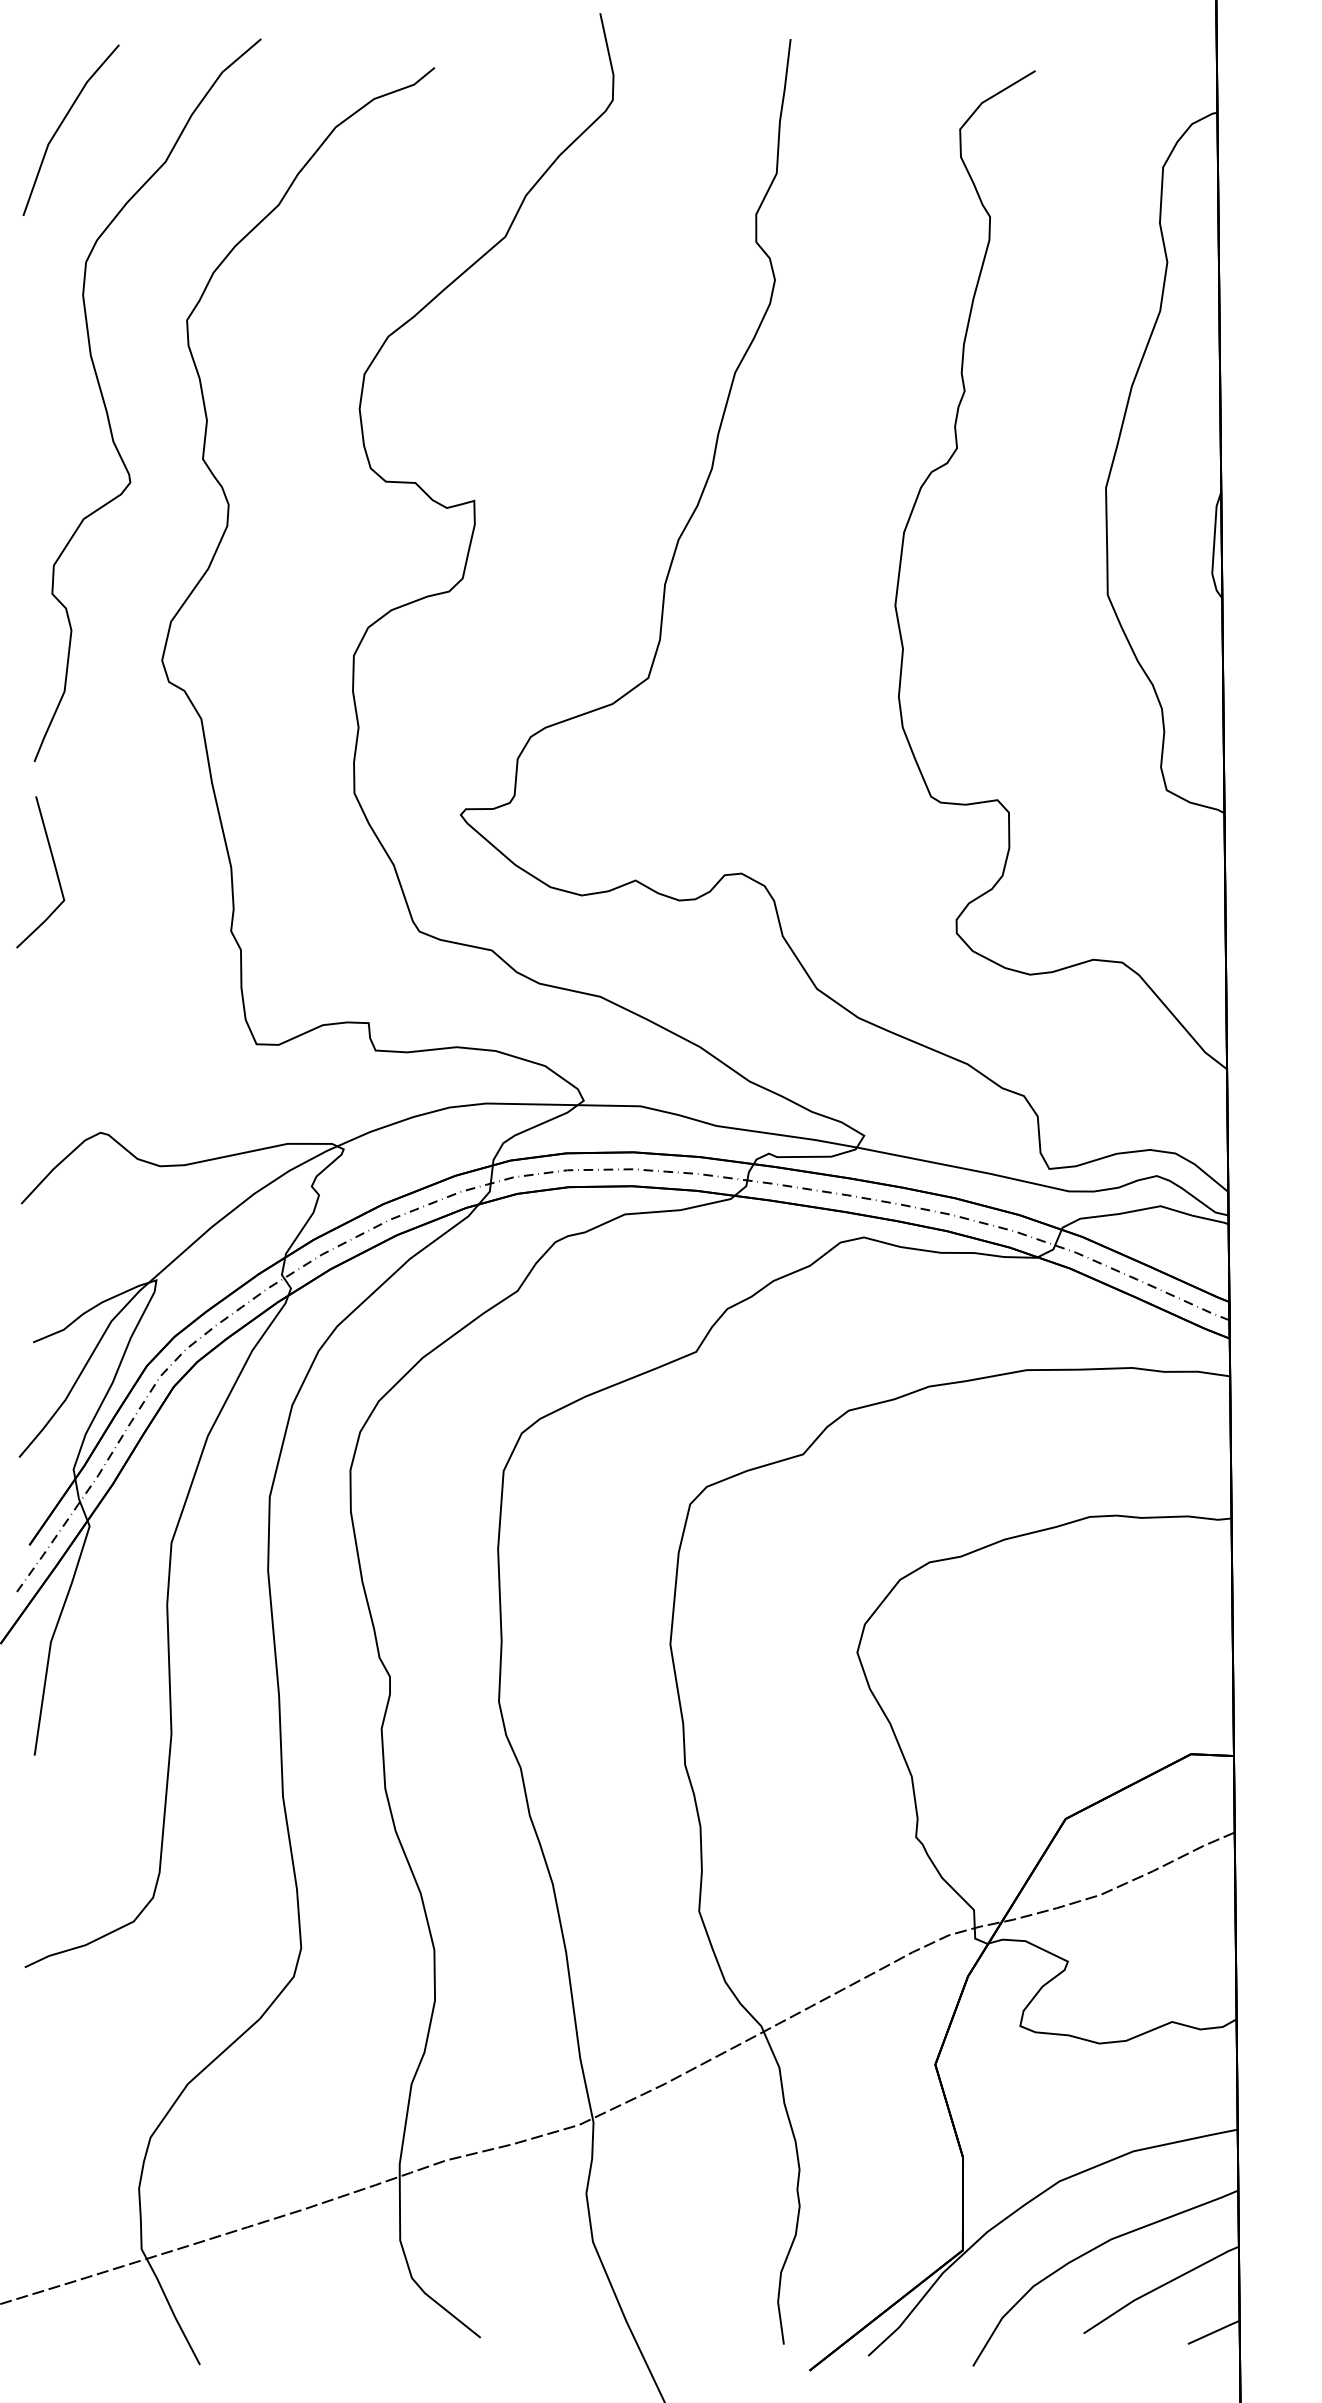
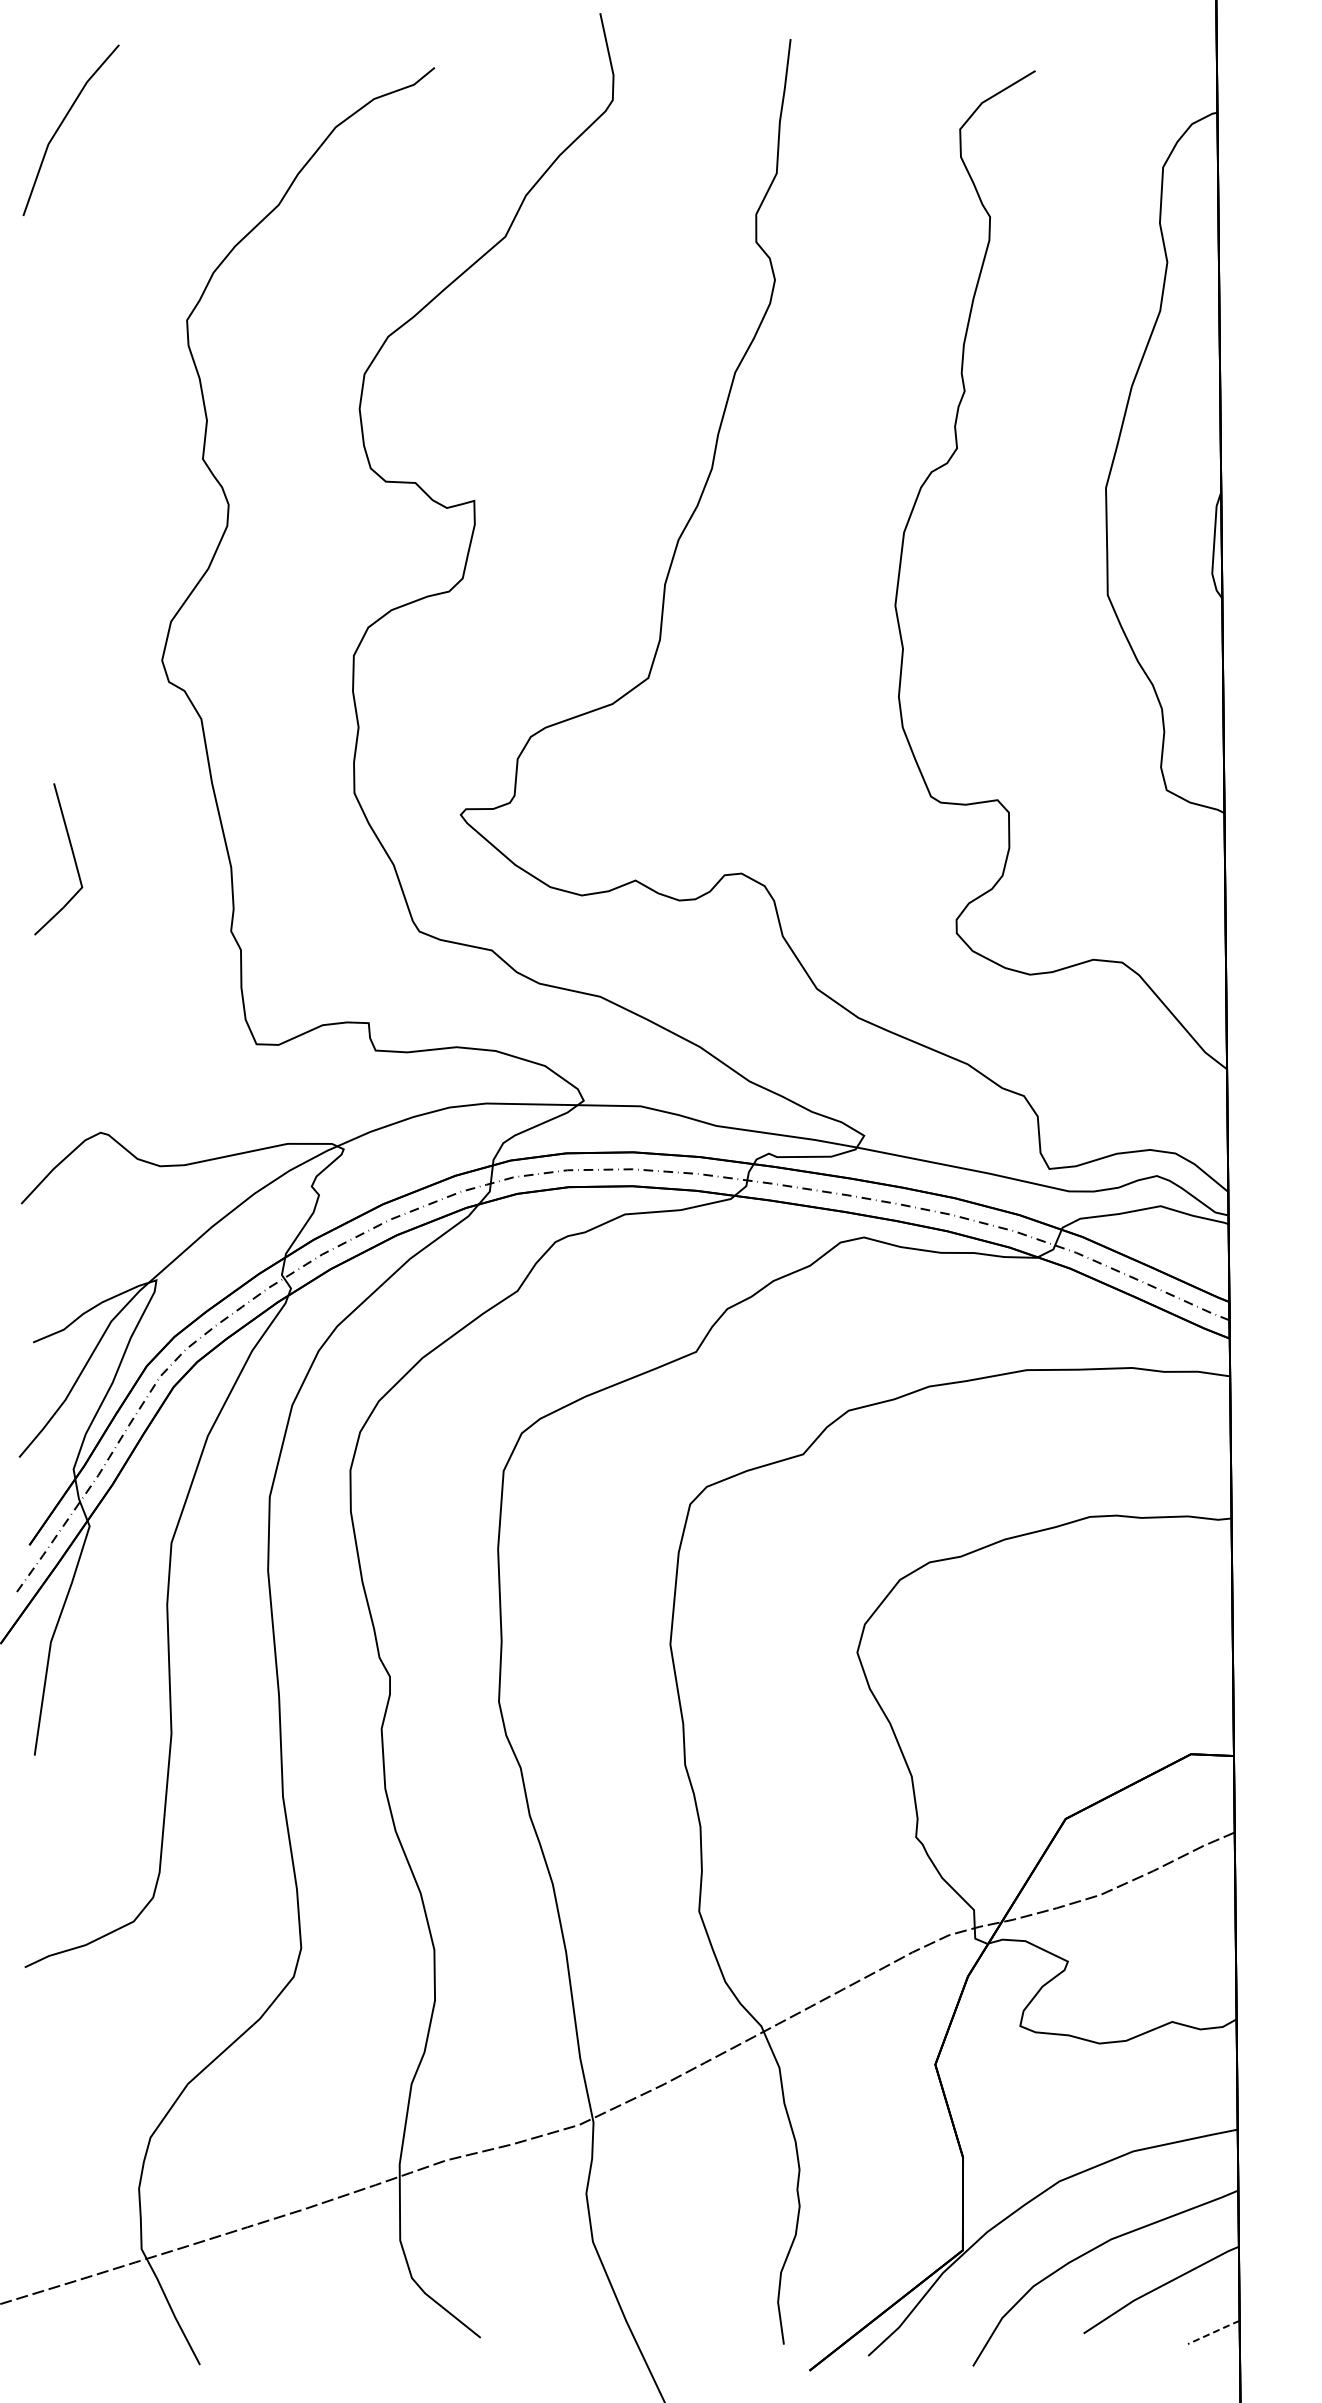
curve at (108, 413): present -> none
line at (54, 868) position: (54, 868) -> (72, 855)
line at (1214, 2332): solid -> dashed
